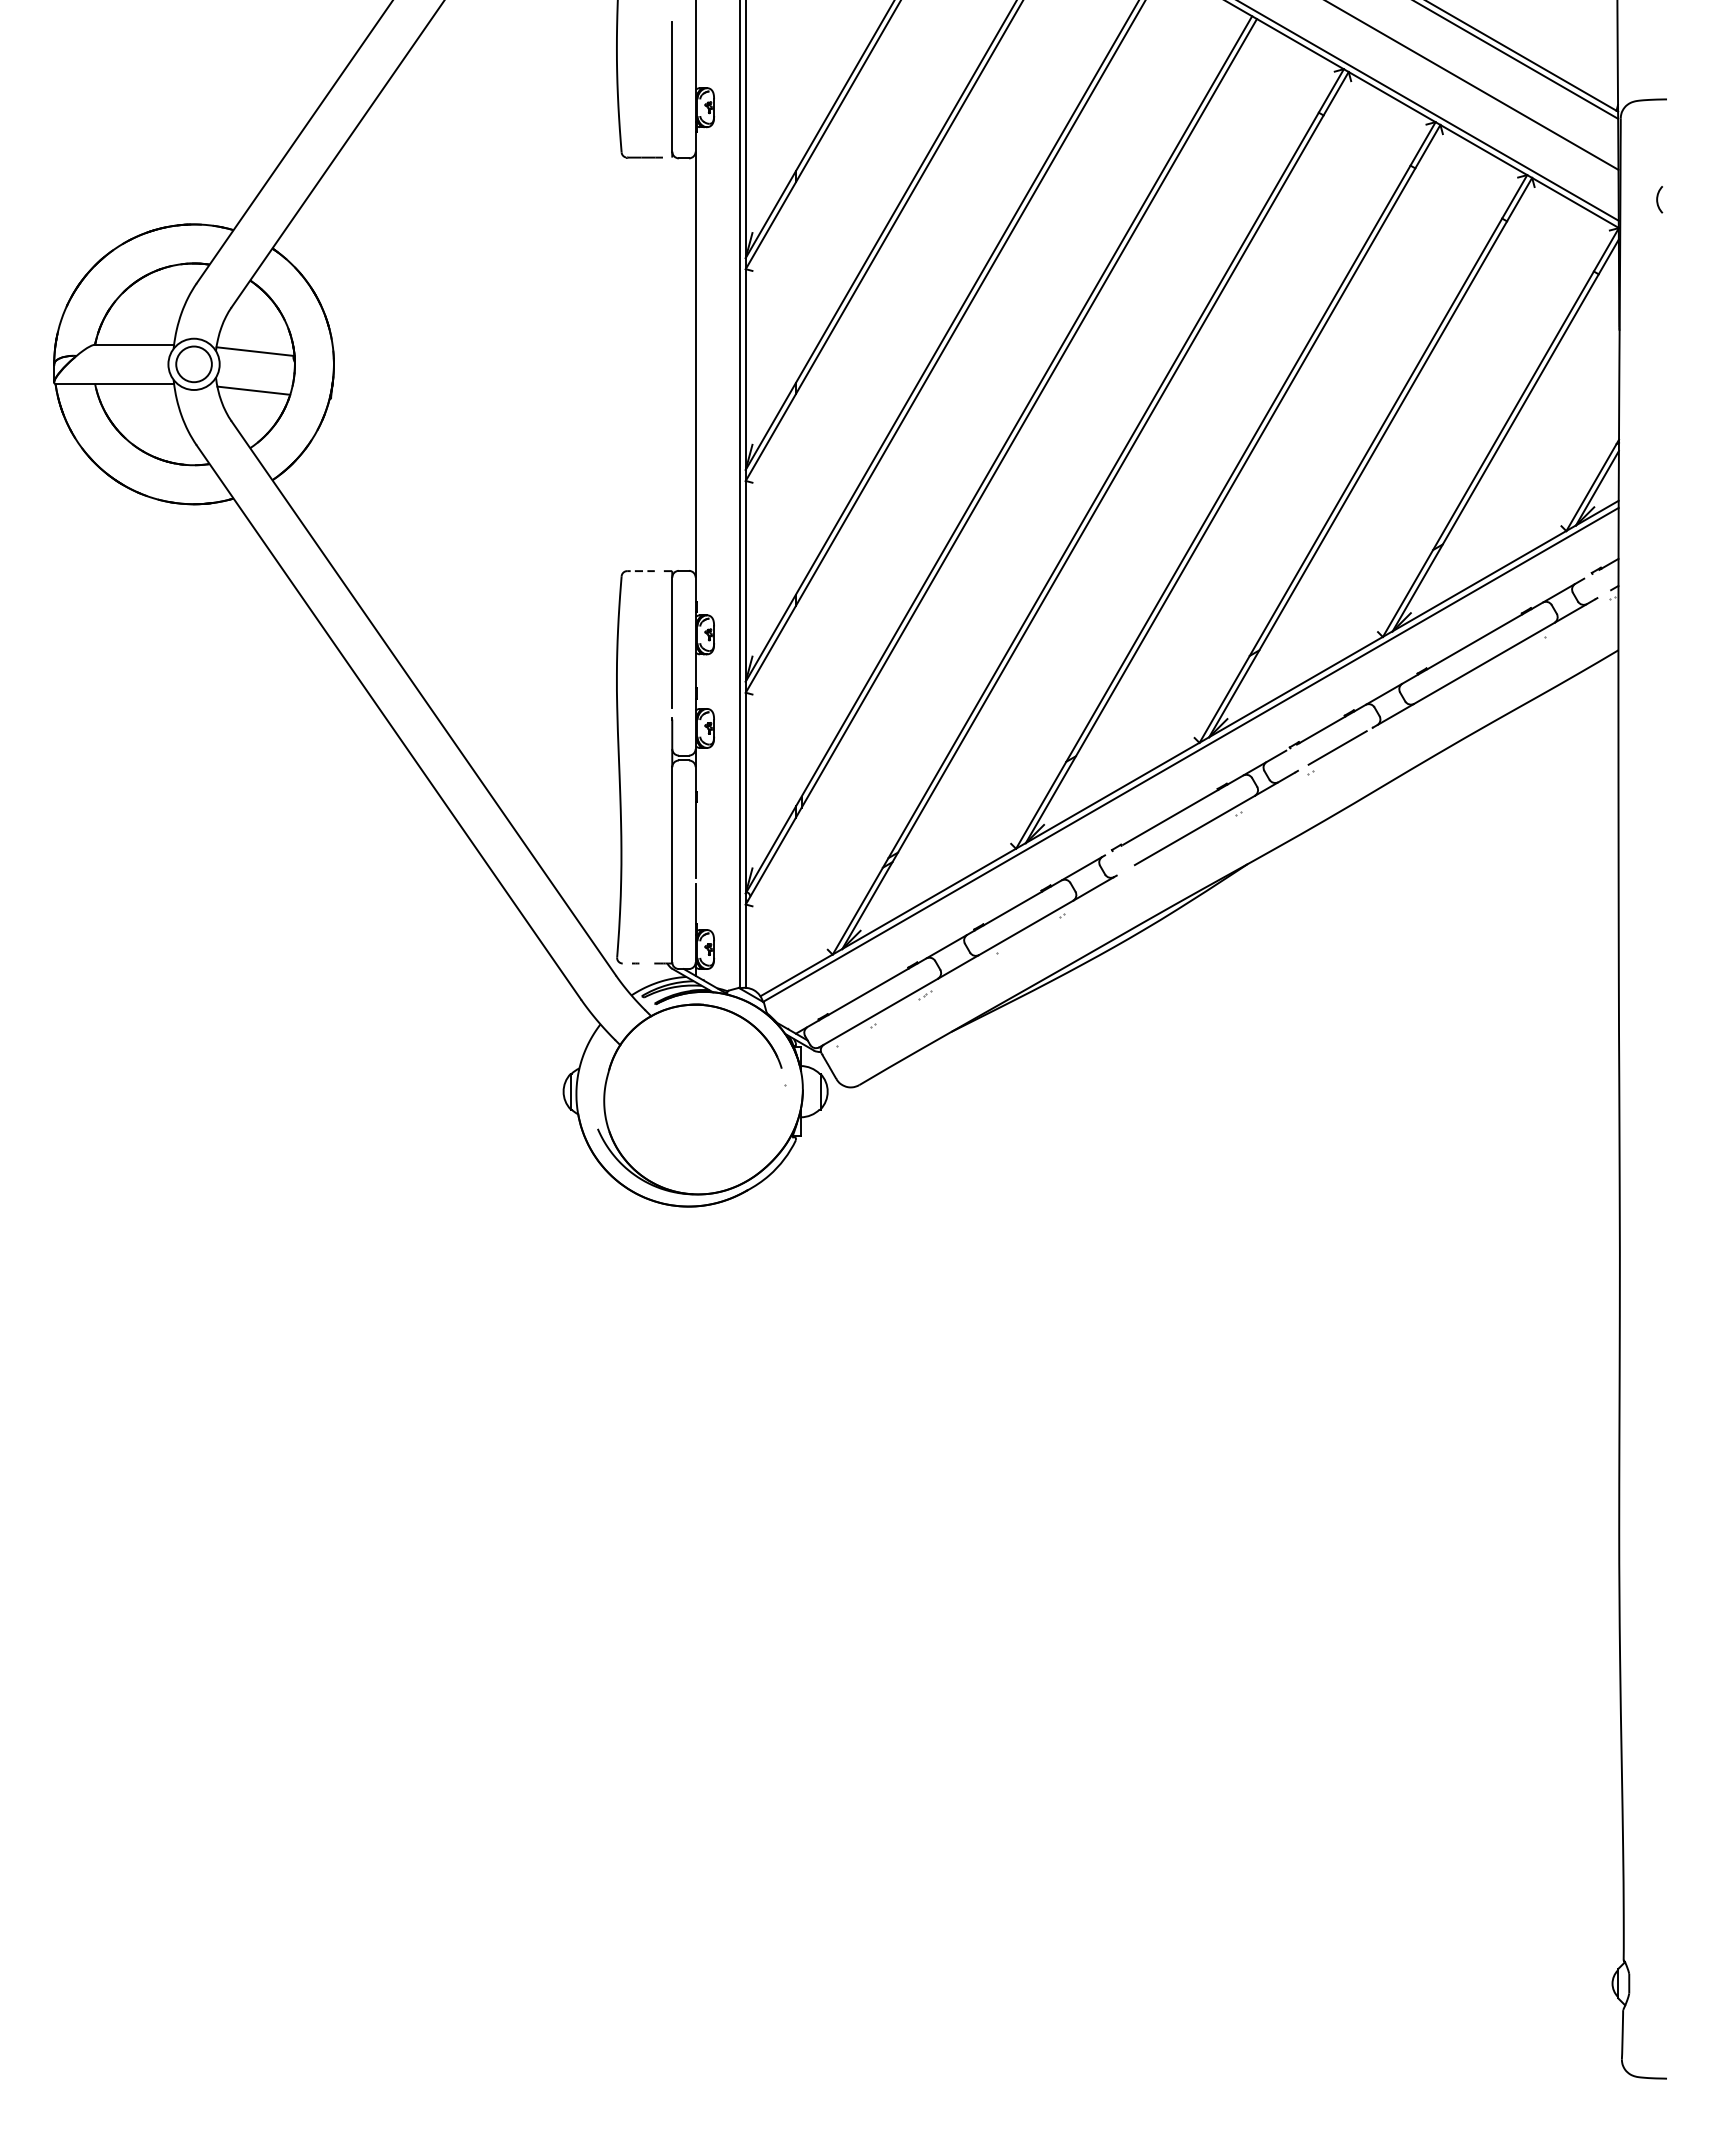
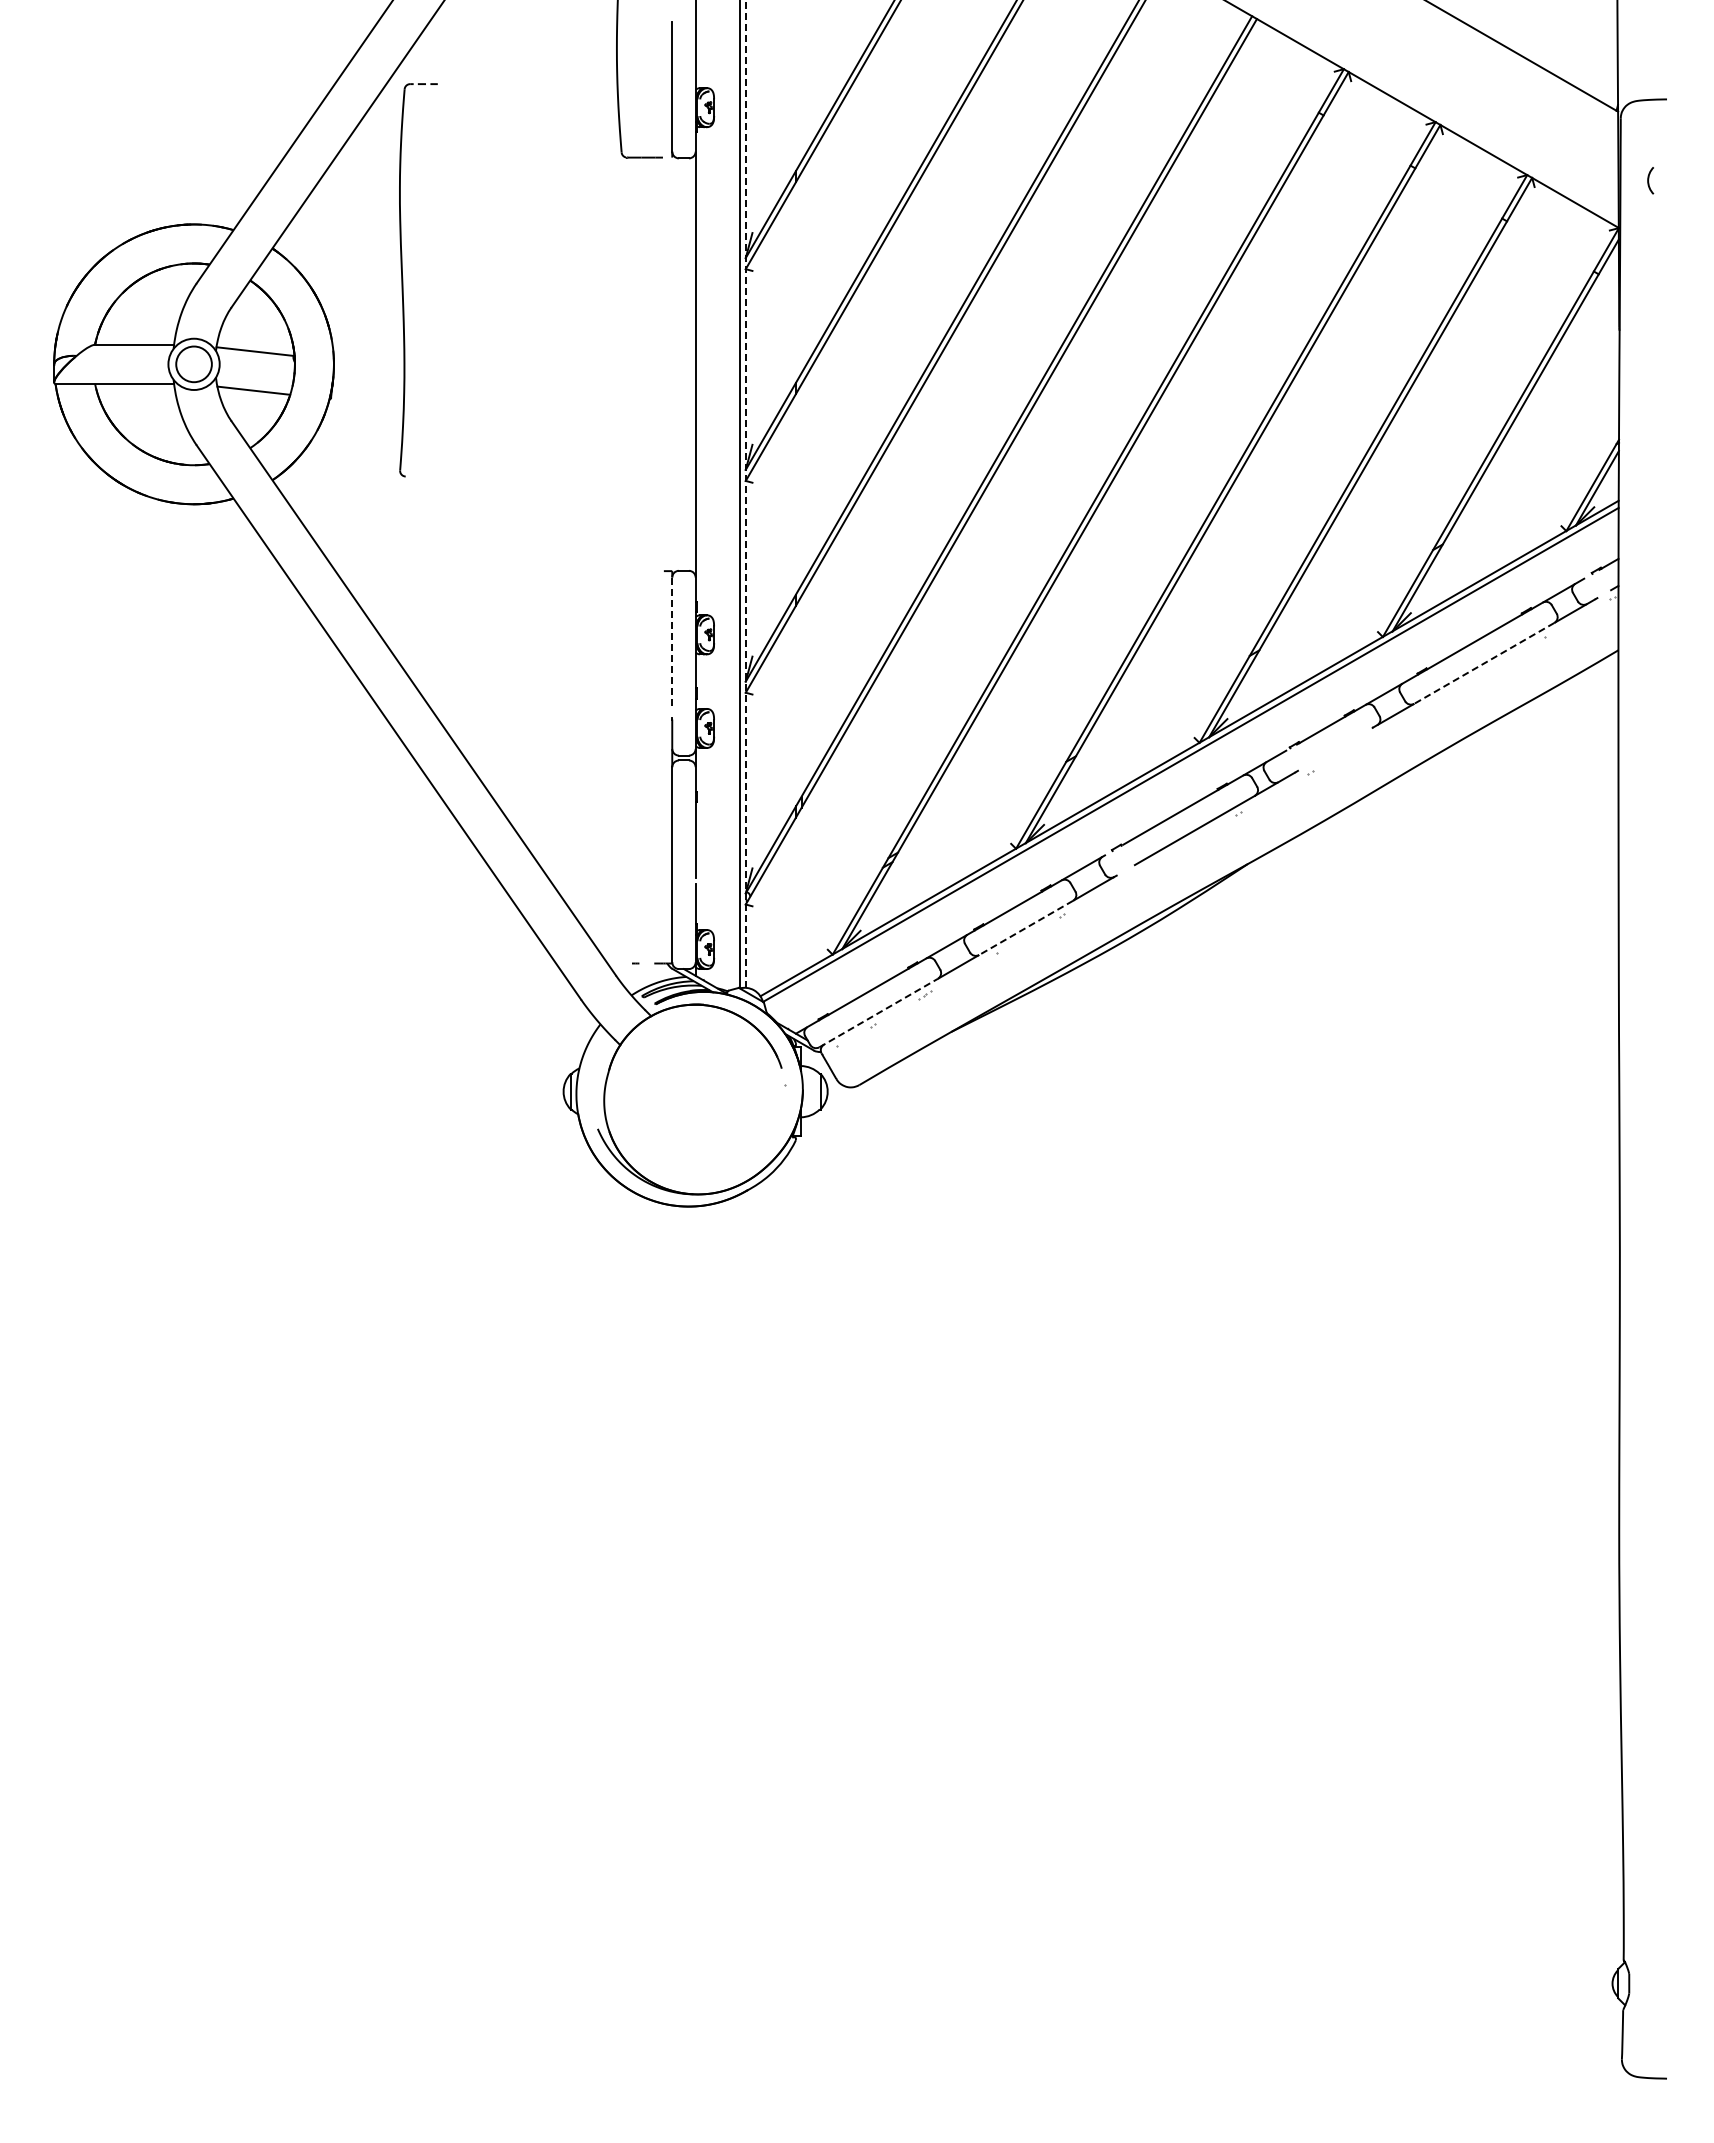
line at (1517, 60): present -> none
line at (1473, 85): present -> none
line at (1429, 111): present -> none
arc at (1658, 198) position: (1658, 198) -> (1649, 179)
line at (745, 494): solid -> dashed
line at (672, 643): solid -> dashed
line at (1484, 663): solid -> dashed
line at (1337, 747): present -> none
part at (620, 767) position: (620, 767) -> (403, 280)
line at (1025, 928): solid -> dashed
line at (879, 1012): solid -> dashed
